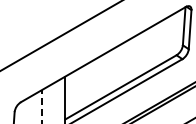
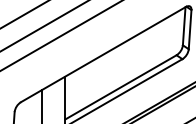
line at (24, 14): none -> present
line at (43, 26): none -> present
line at (41, 107): dashed -> solid
